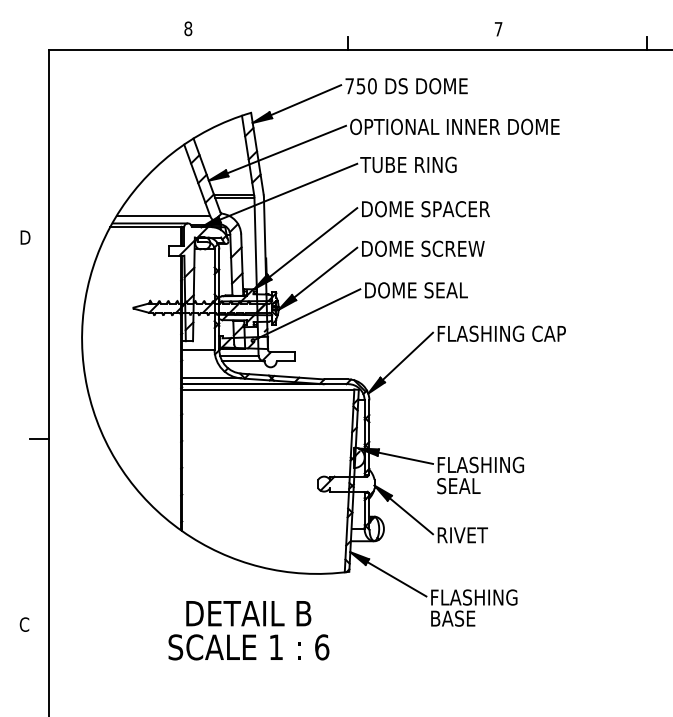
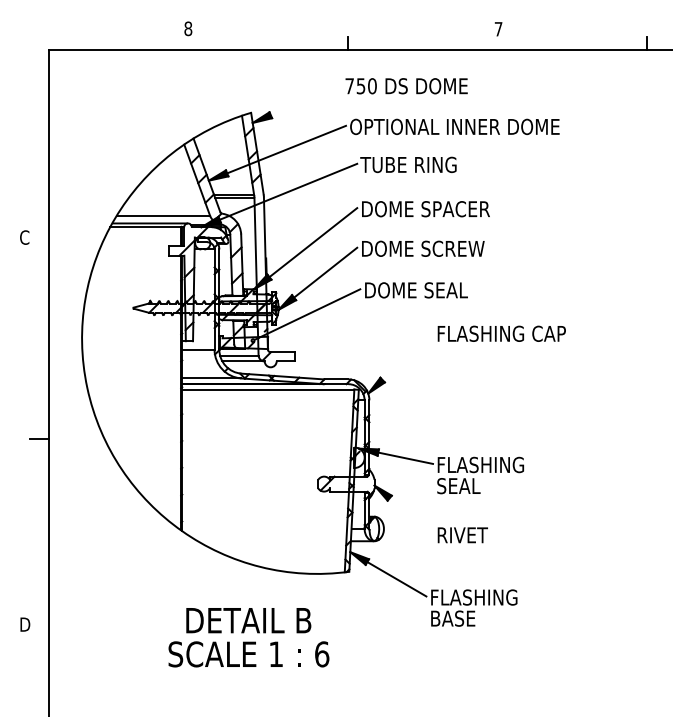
line at (305, 100): present -> none
text at (25, 237): D -> C
line at (407, 356): present -> none
line at (411, 516): present -> none
text at (24, 624): C -> D
text at (248, 630) position: (248, 630) -> (248, 637)
